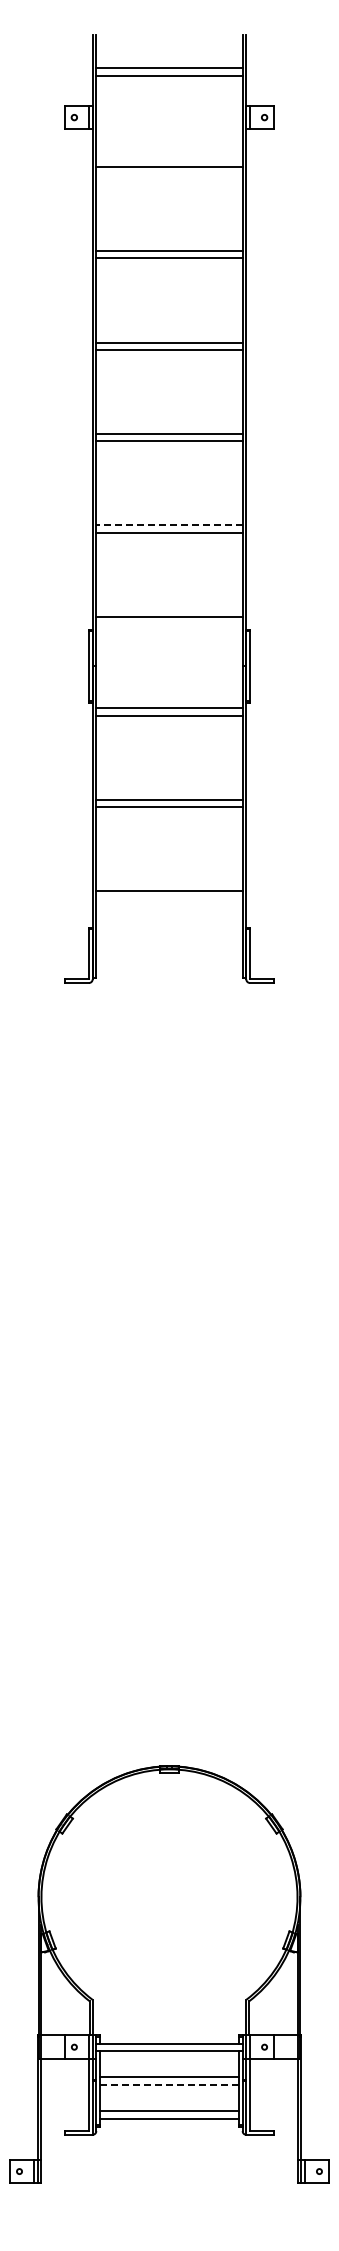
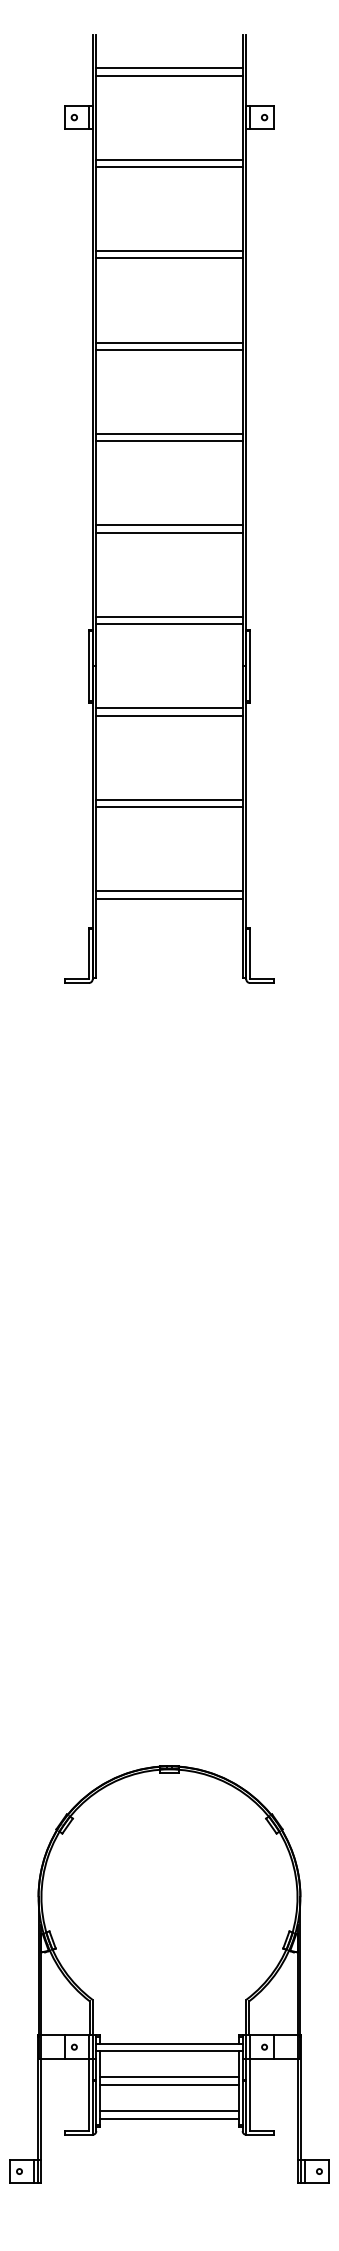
line at (169, 159): none -> present
line at (168, 525): dashed -> solid
line at (169, 624): none -> present
line at (169, 898): none -> present
line at (169, 2084): dashed -> solid
